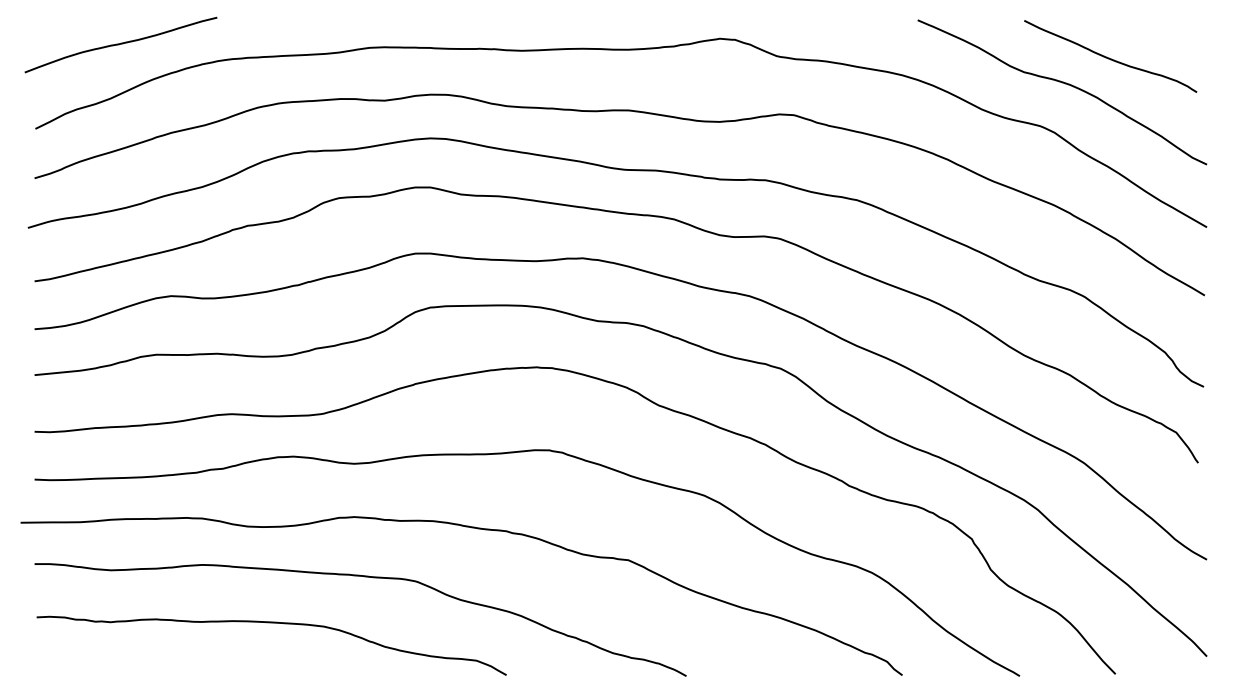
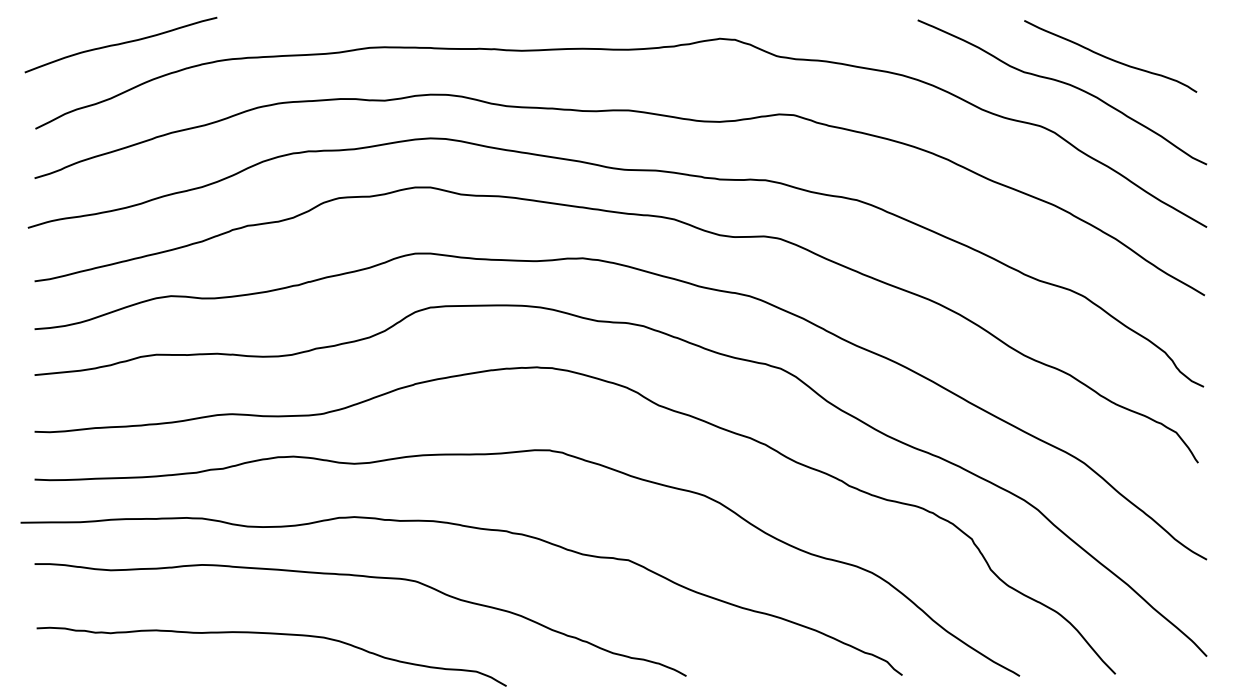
curve at (271, 623) position: (271, 623) -> (271, 634)
